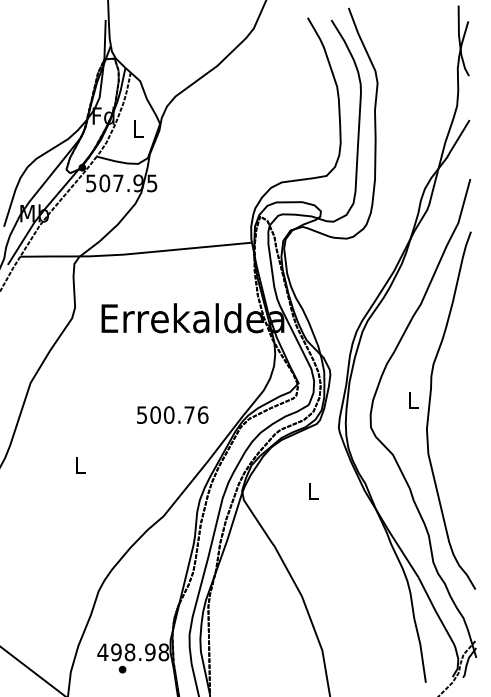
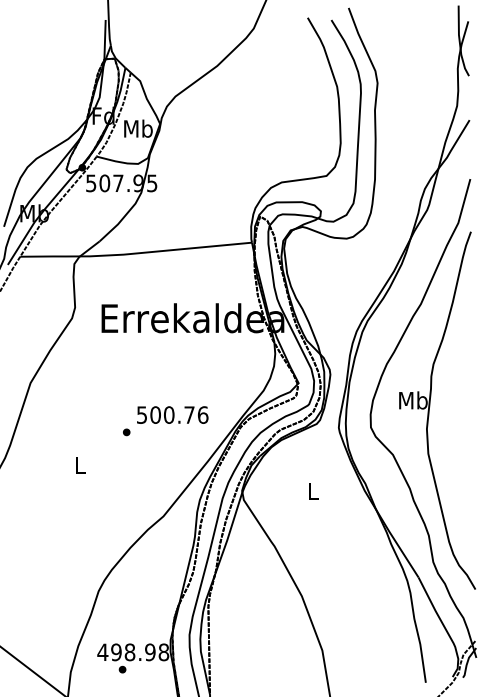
text at (138, 128): L -> Mb
text at (413, 400): L -> Mb
part at (126, 432): none -> present
